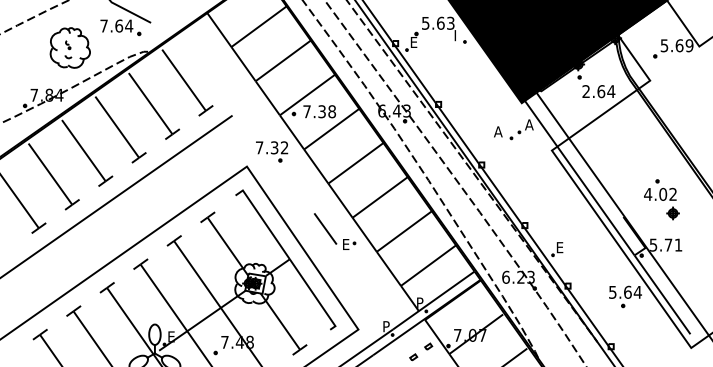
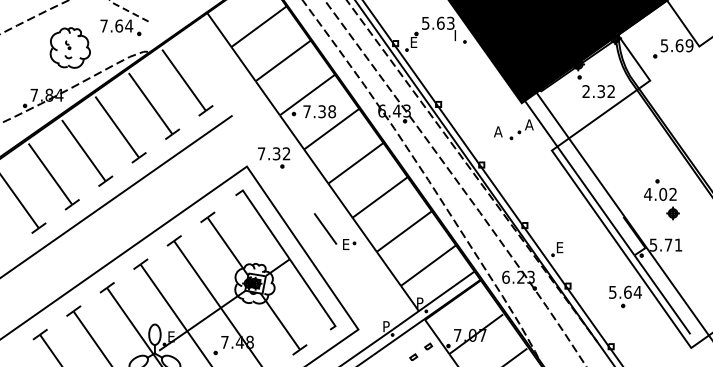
line at (130, 11): solid -> dashed
text at (606, 91): 2.64 -> 2.32
part at (272, 151) position: (272, 151) -> (274, 157)
